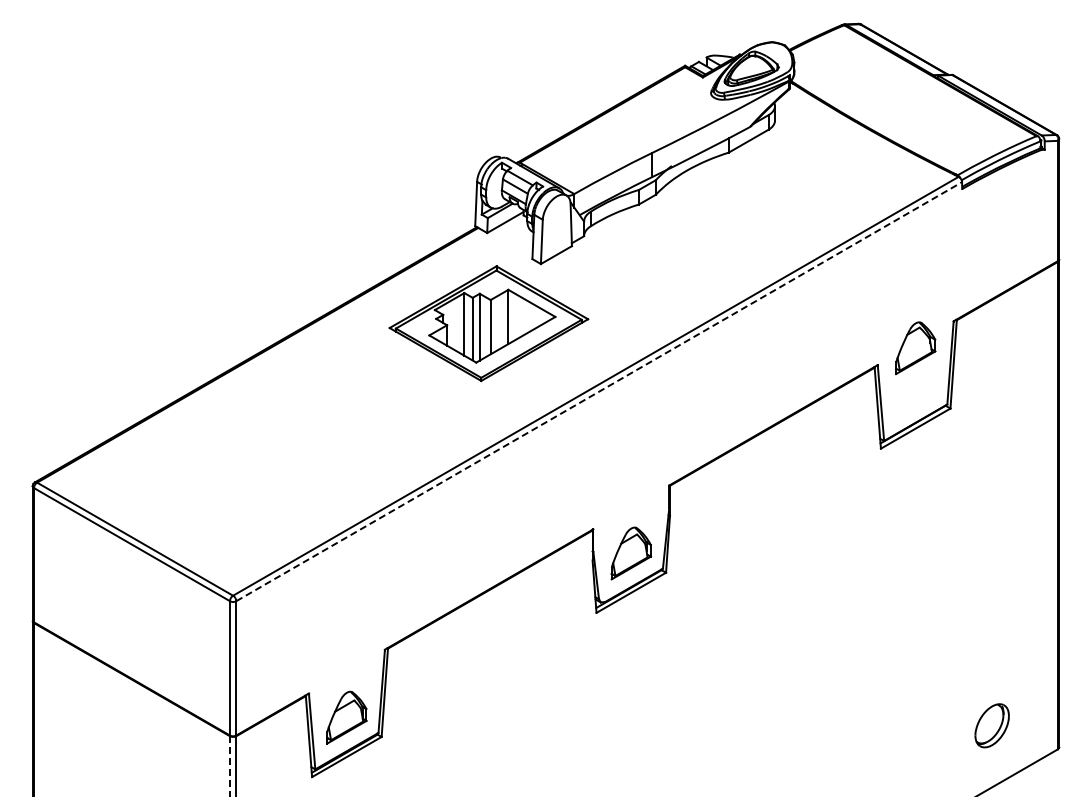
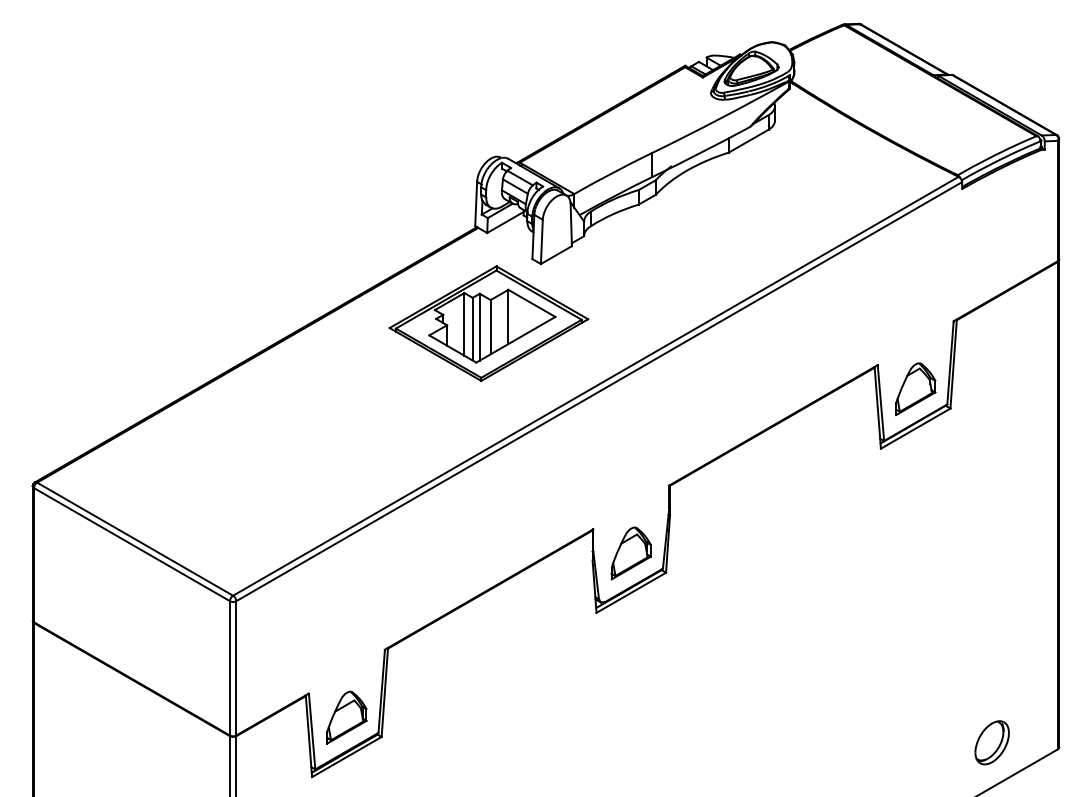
part at (915, 347) position: (915, 347) -> (915, 388)
line at (599, 391): dashed -> solid
part at (991, 725) position: (991, 725) -> (991, 742)
line at (229, 766): dashed -> solid
